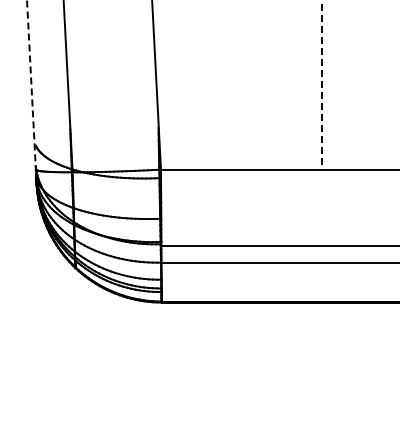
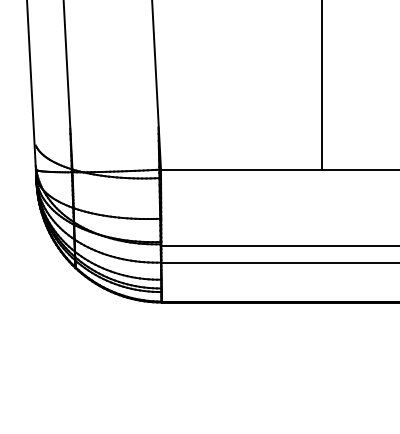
line at (321, 85): dashed -> solid
line at (31, 91): dashed -> solid
